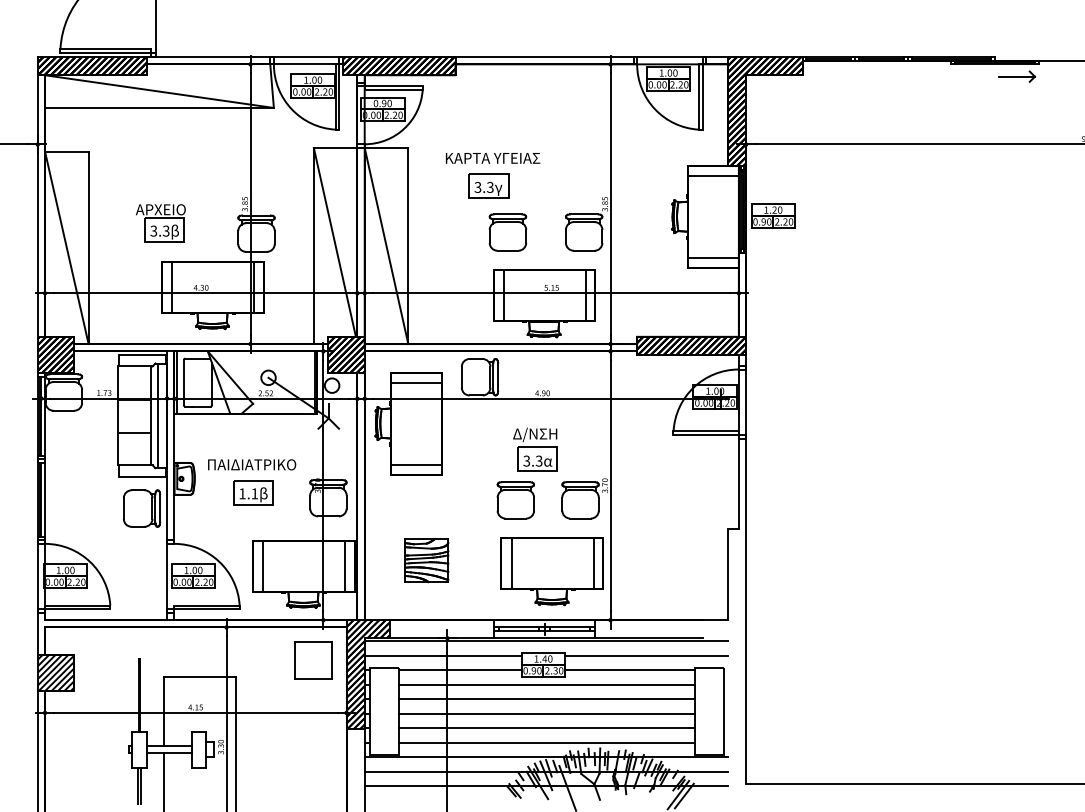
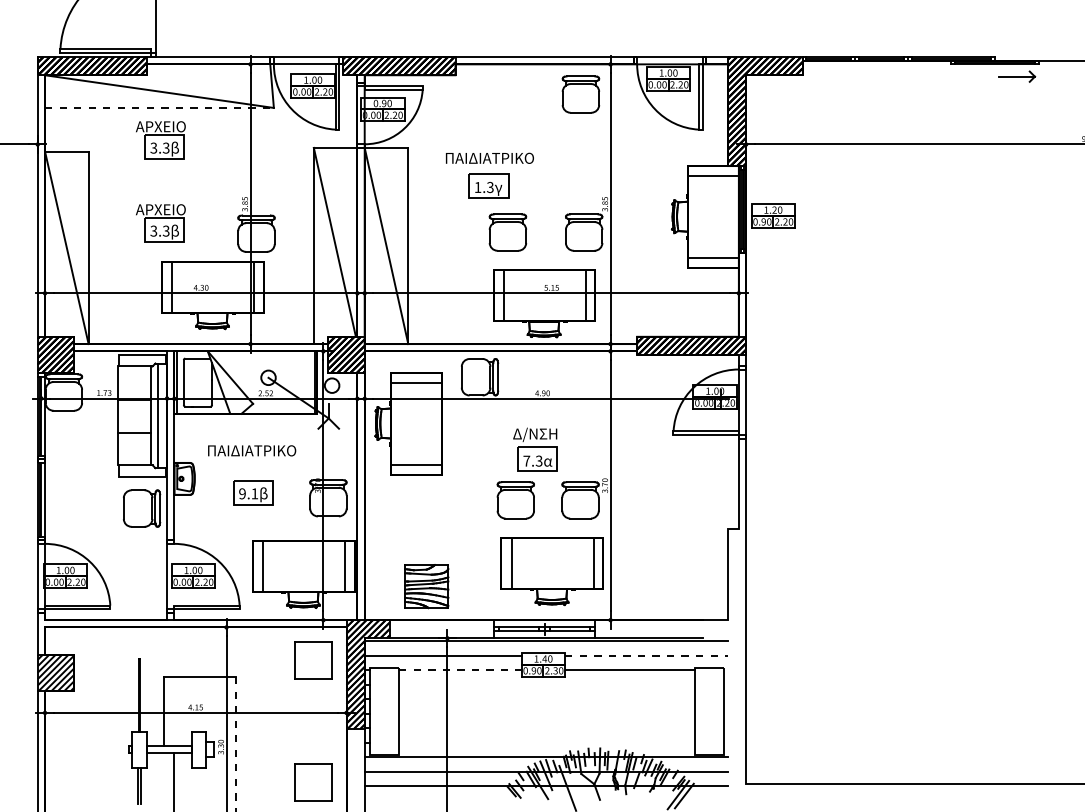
part at (580, 94): none -> present
line at (159, 107): solid -> dashed
part at (160, 140): none -> present
text at (493, 157): ΚΑΡΤΑ ΥΓΕΙΑΣ -> ΠΑΙΔΙΑΤΡΙΚΟ
text at (477, 187): 3.3 -> 1.3
text at (526, 460): 3.3 -> 7.3
text at (252, 464) position: (252, 464) -> (252, 450)
text at (242, 493): 1.1 -> 9.1
part at (426, 560) position: (426, 560) -> (426, 586)
line at (647, 655): solid -> dashed
line at (460, 670): solid -> dashed
line at (546, 684): present -> none
line at (546, 699): present -> none
line at (546, 713): present -> none
line at (546, 728): present -> none
line at (546, 742): present -> none
line at (236, 744): solid -> dashed
line at (163, 780) position: (163, 780) -> (173, 780)
part at (313, 782): none -> present
